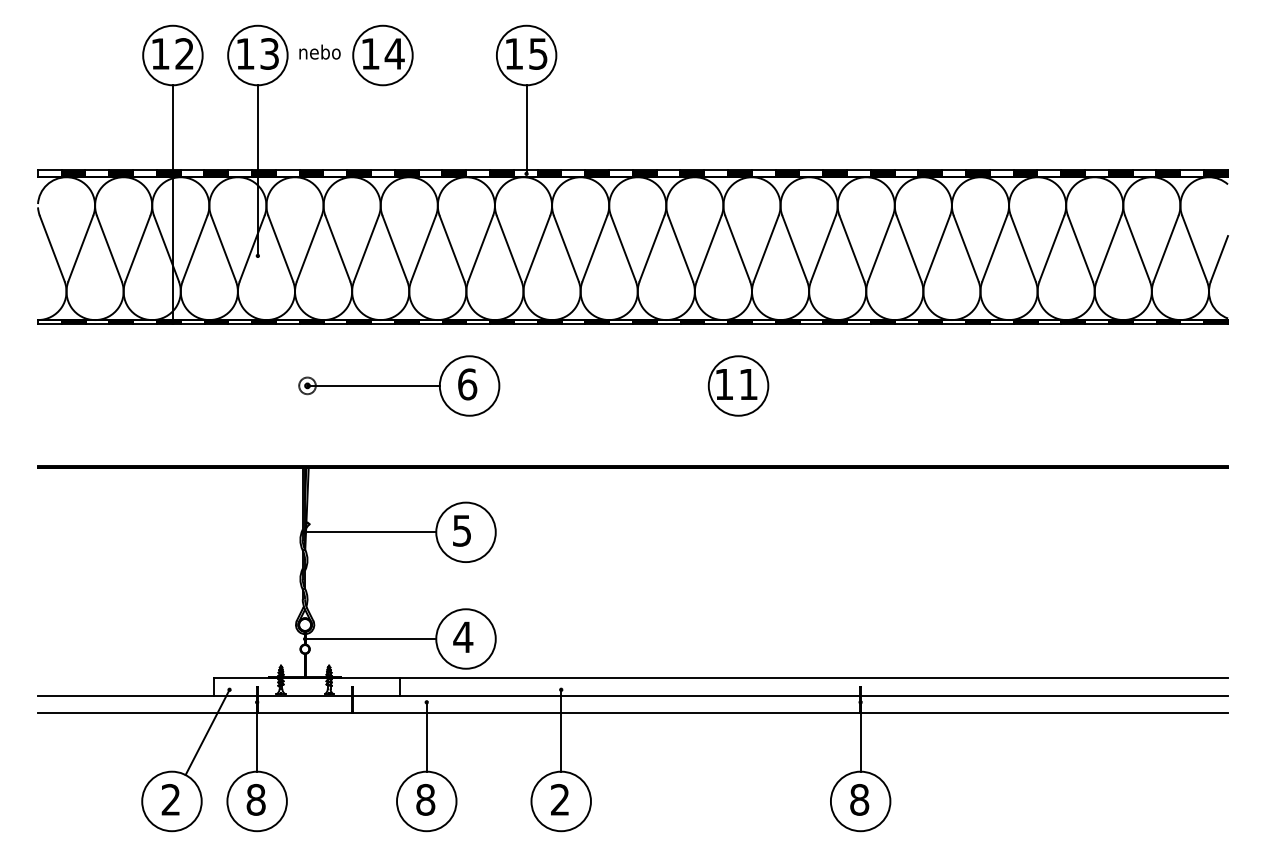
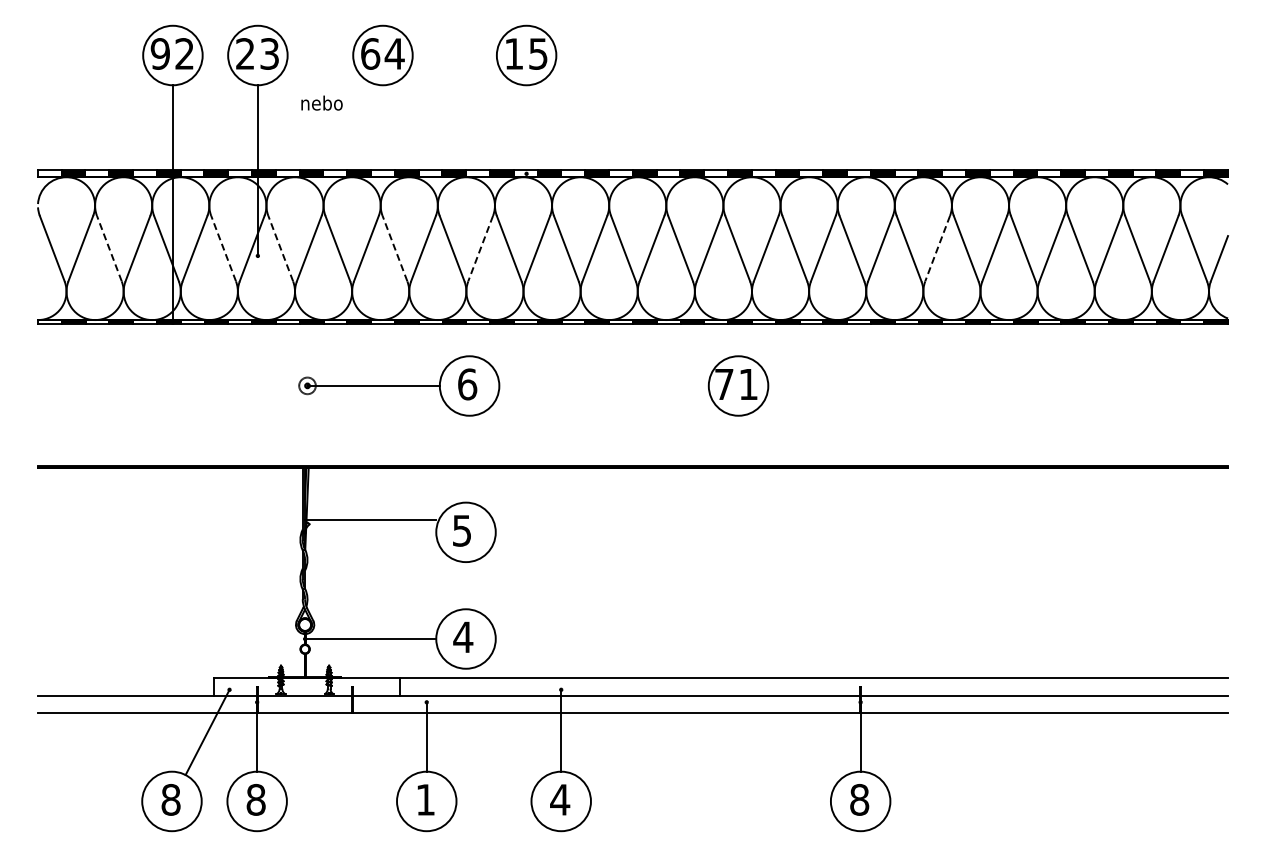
text at (319, 51) position: (319, 51) -> (321, 102)
text at (159, 53): 12 -> 92
text at (245, 53): 13 -> 23
text at (370, 53): 14 -> 64
line at (526, 129): present -> none
line at (109, 248): solid -> dashed
line at (223, 248): solid -> dashed
line at (280, 248): solid -> dashed
line at (394, 248): solid -> dashed
line at (480, 248): solid -> dashed
line at (937, 248): solid -> dashed
text at (724, 384): 11 -> 71
line at (370, 532) position: (370, 532) -> (370, 520)
text at (170, 799): 2 -> 8
text at (425, 799): 8 -> 1
text at (560, 799): 2 -> 4
